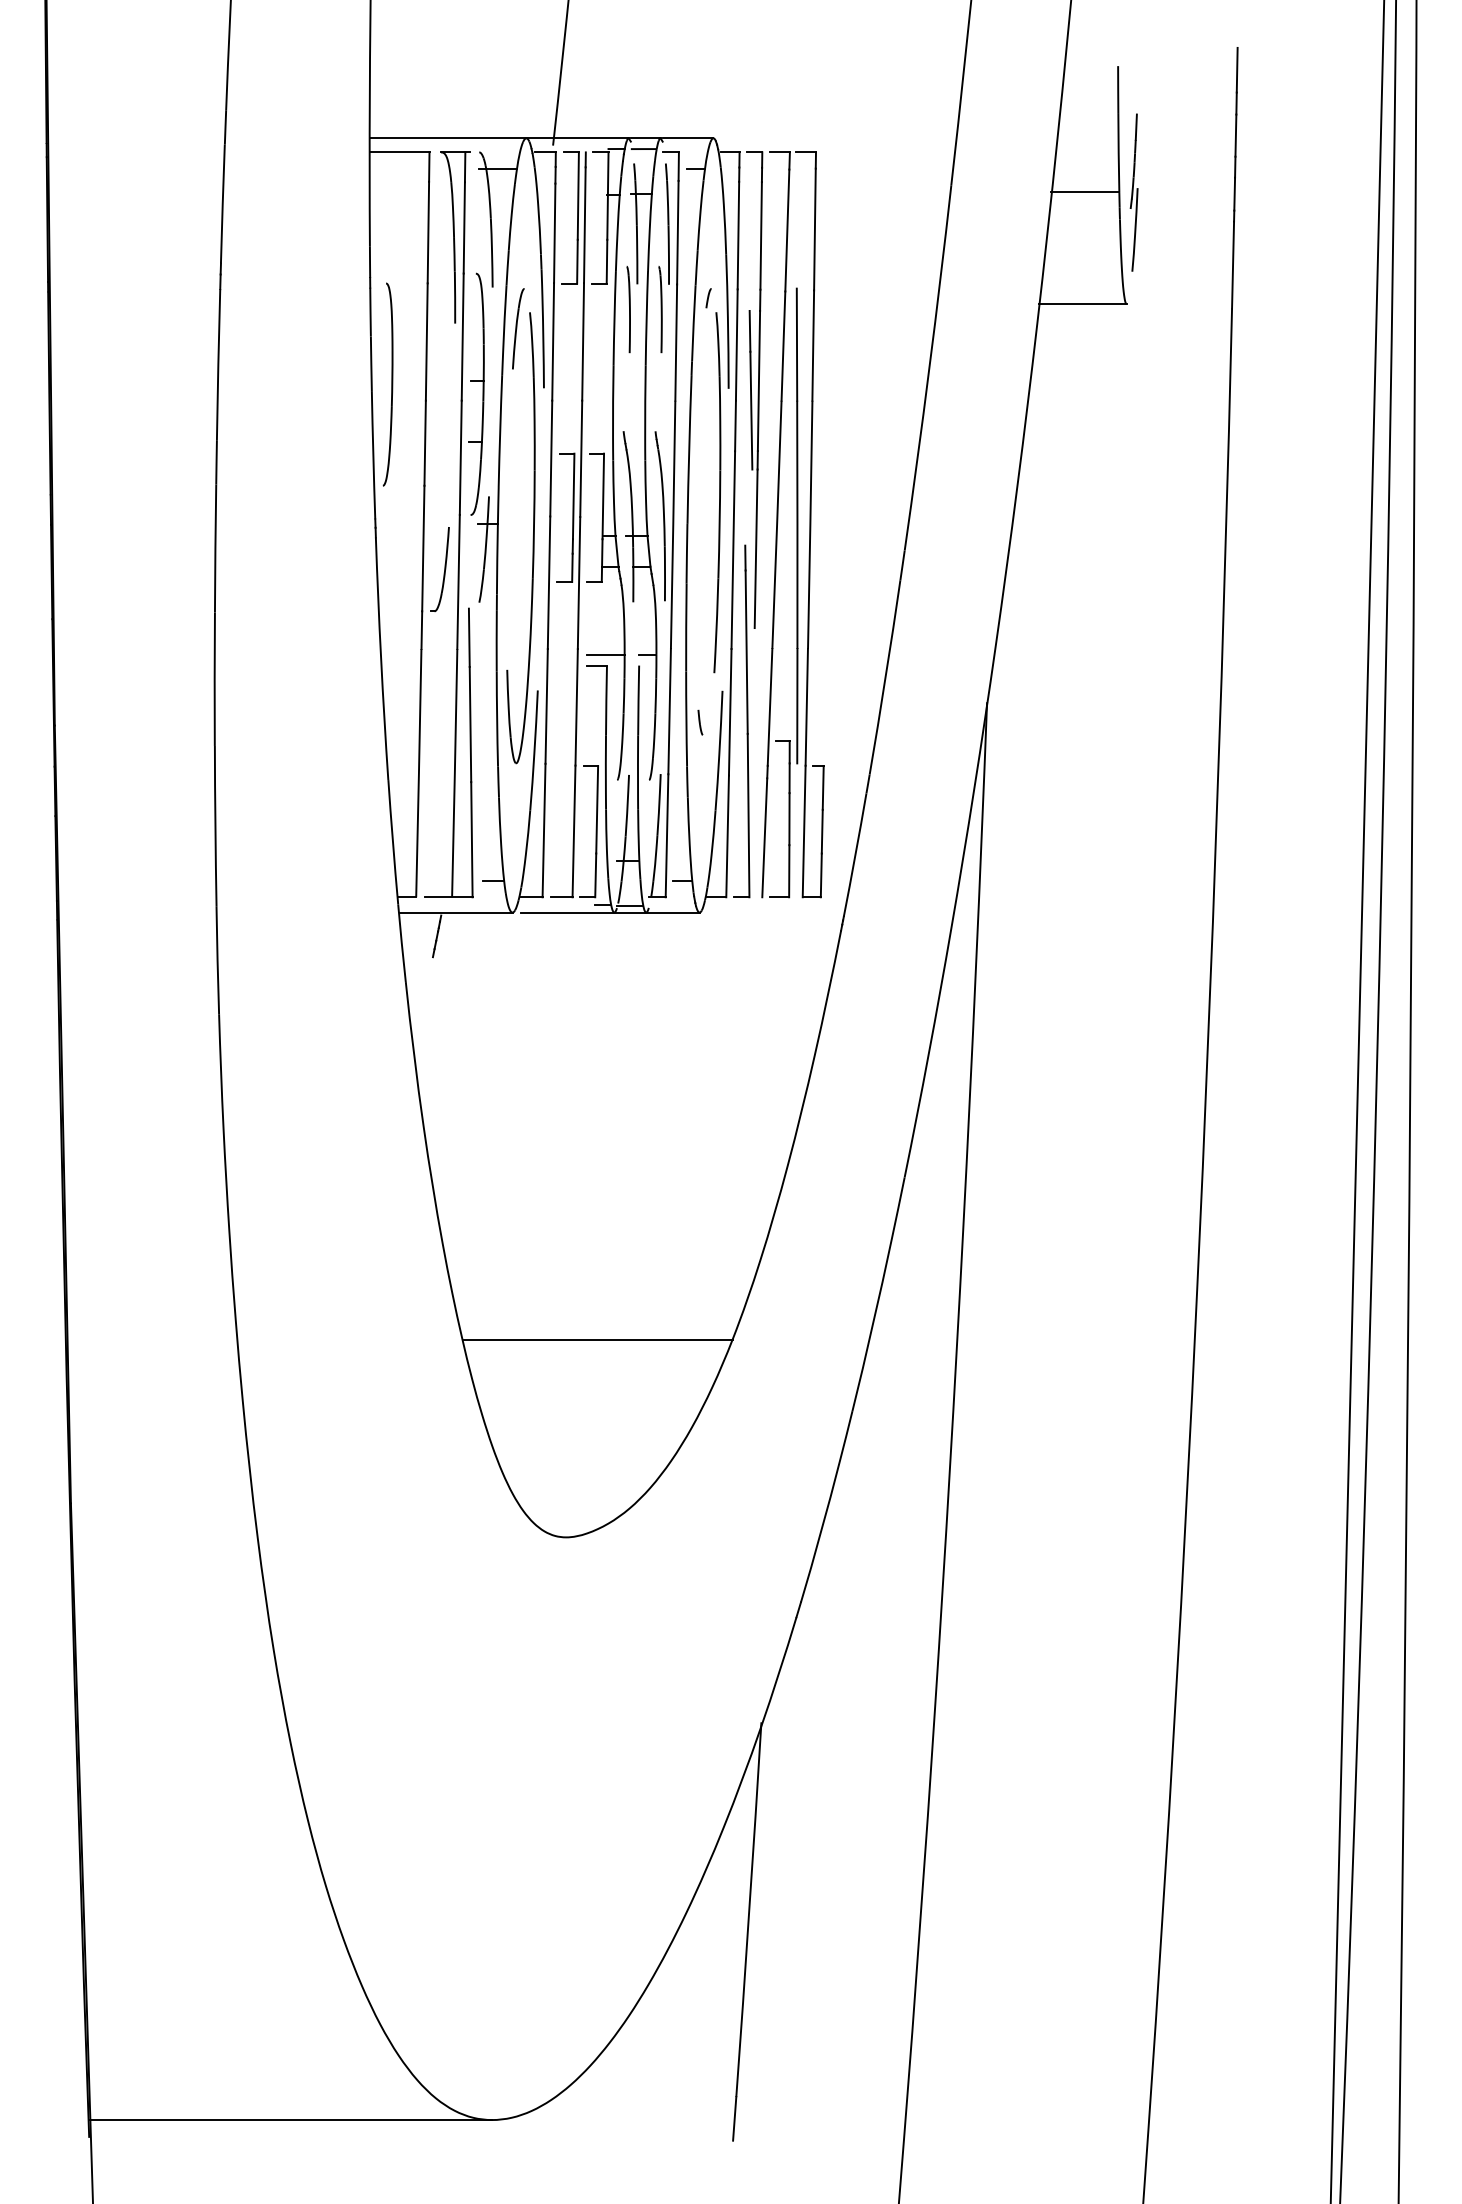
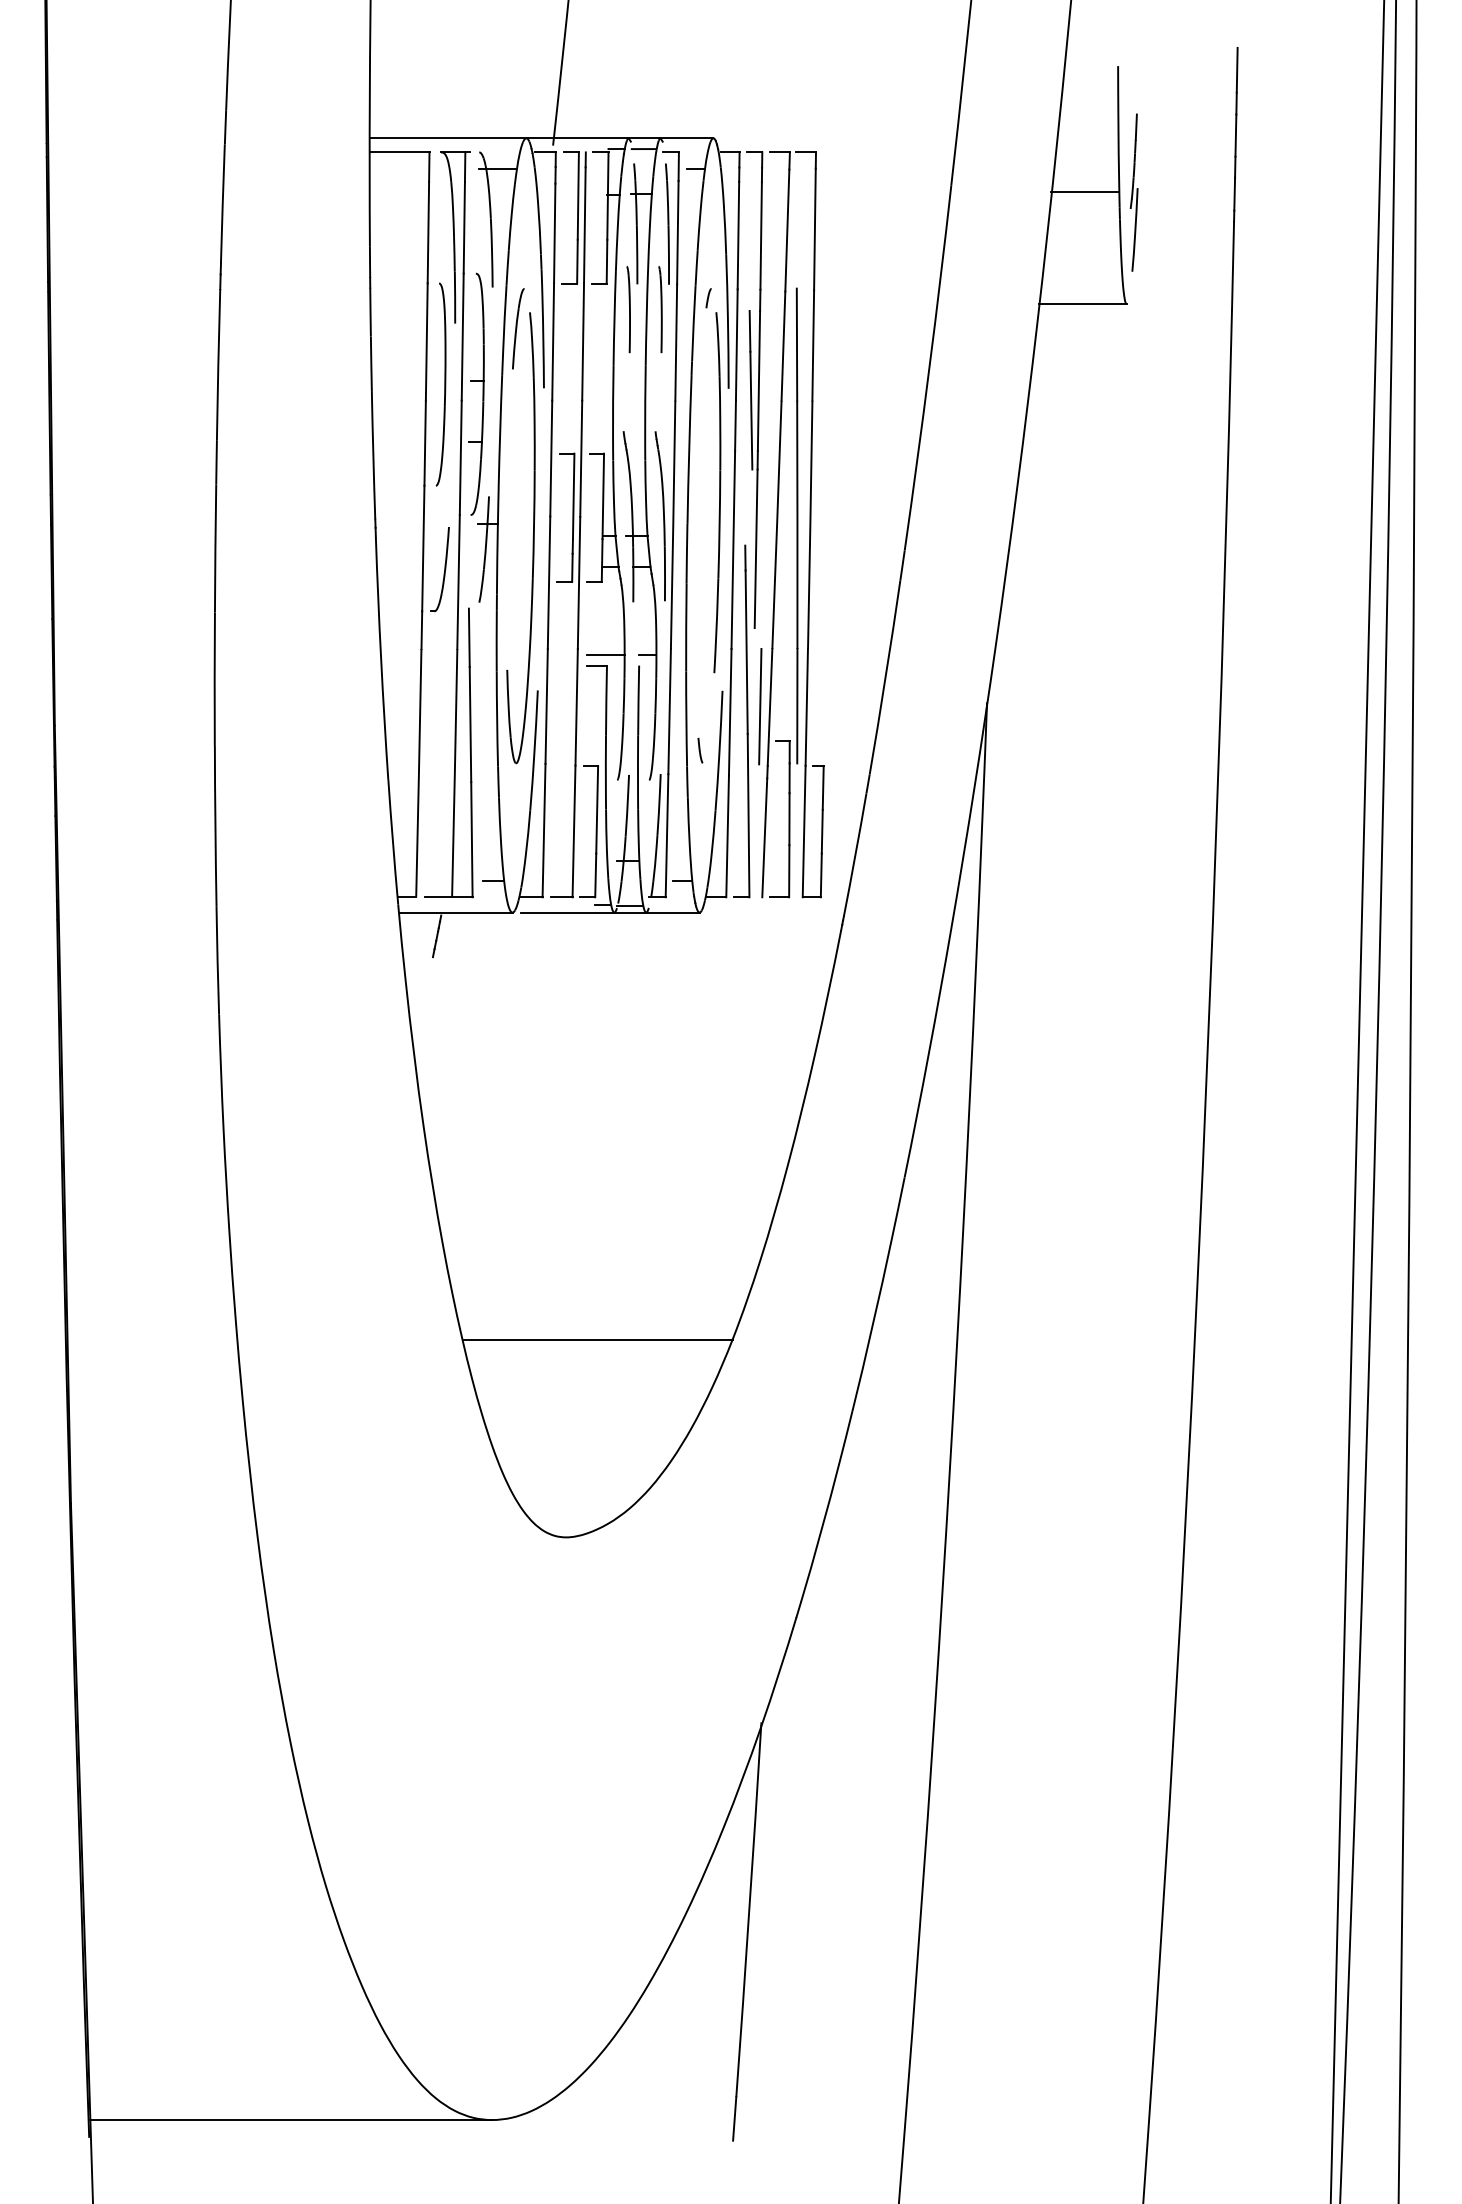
part at (387, 384) position: (387, 384) -> (440, 384)
line at (760, 706): none -> present
line at (700, 722) position: (700, 722) -> (700, 750)
